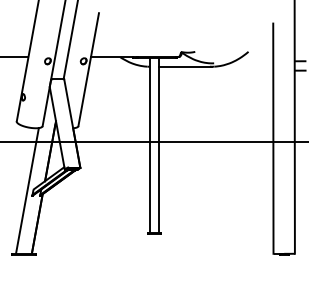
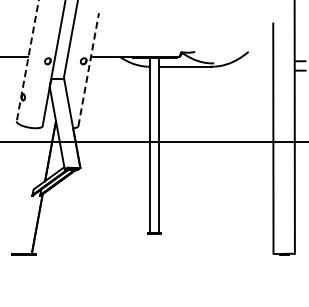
line at (27, 61): solid -> dashed
line at (88, 69): solid -> dashed
line at (26, 190): present -> none
